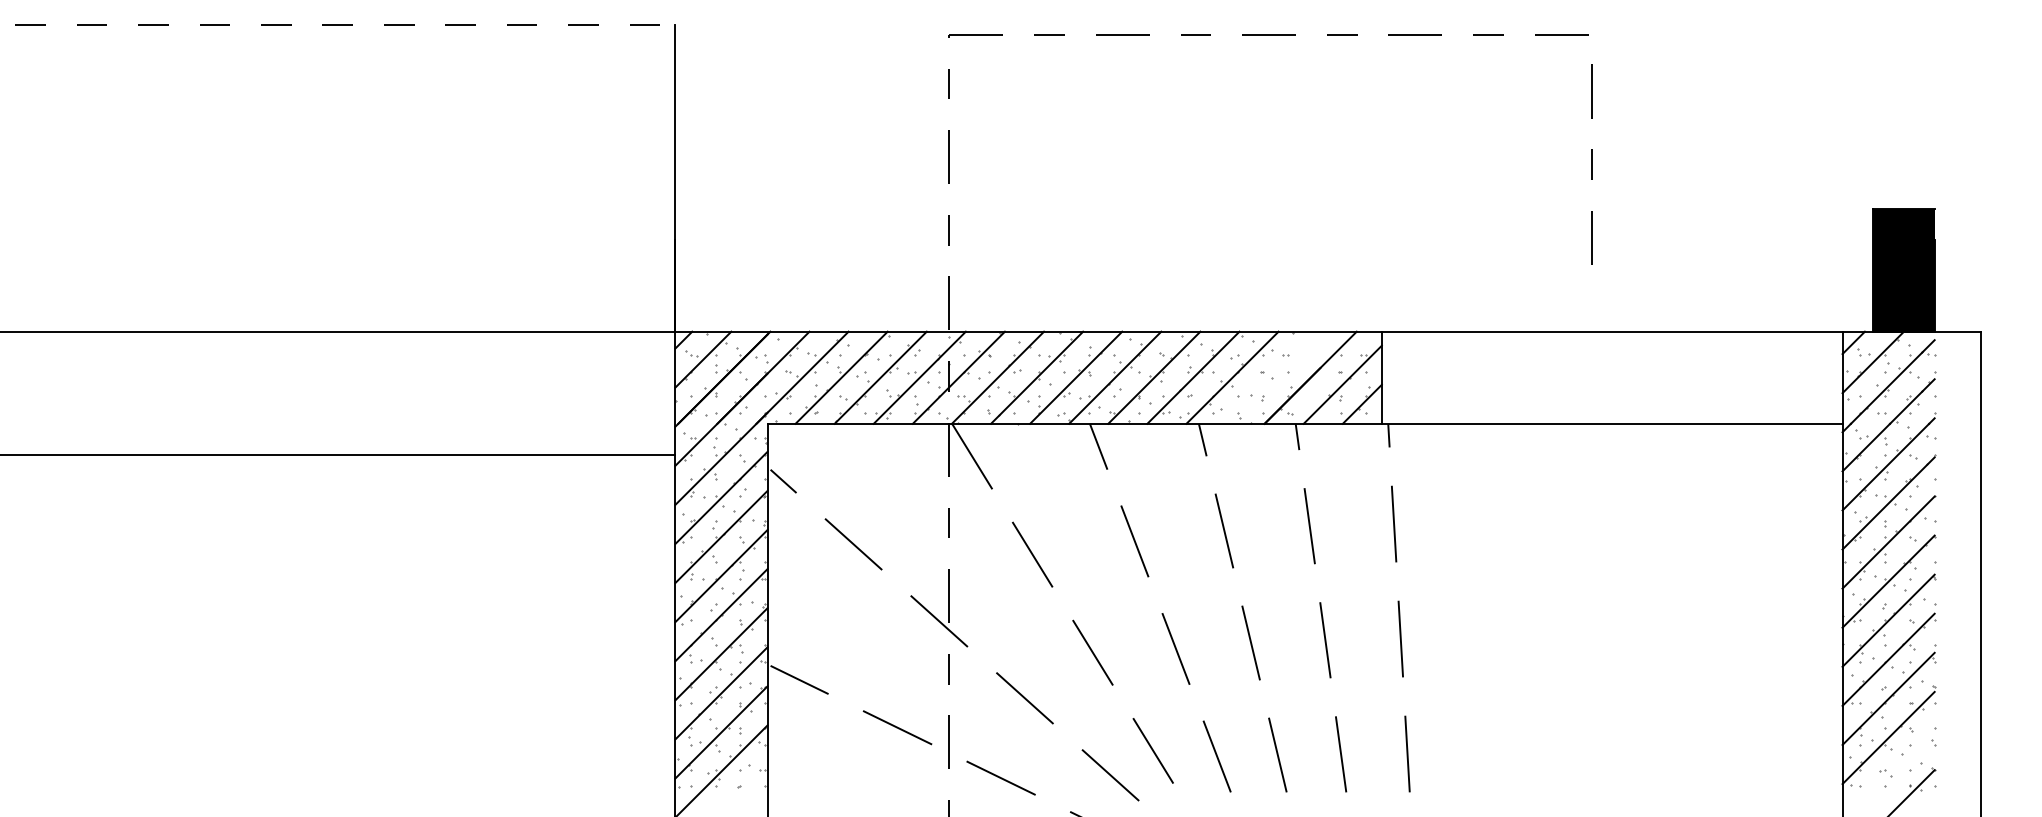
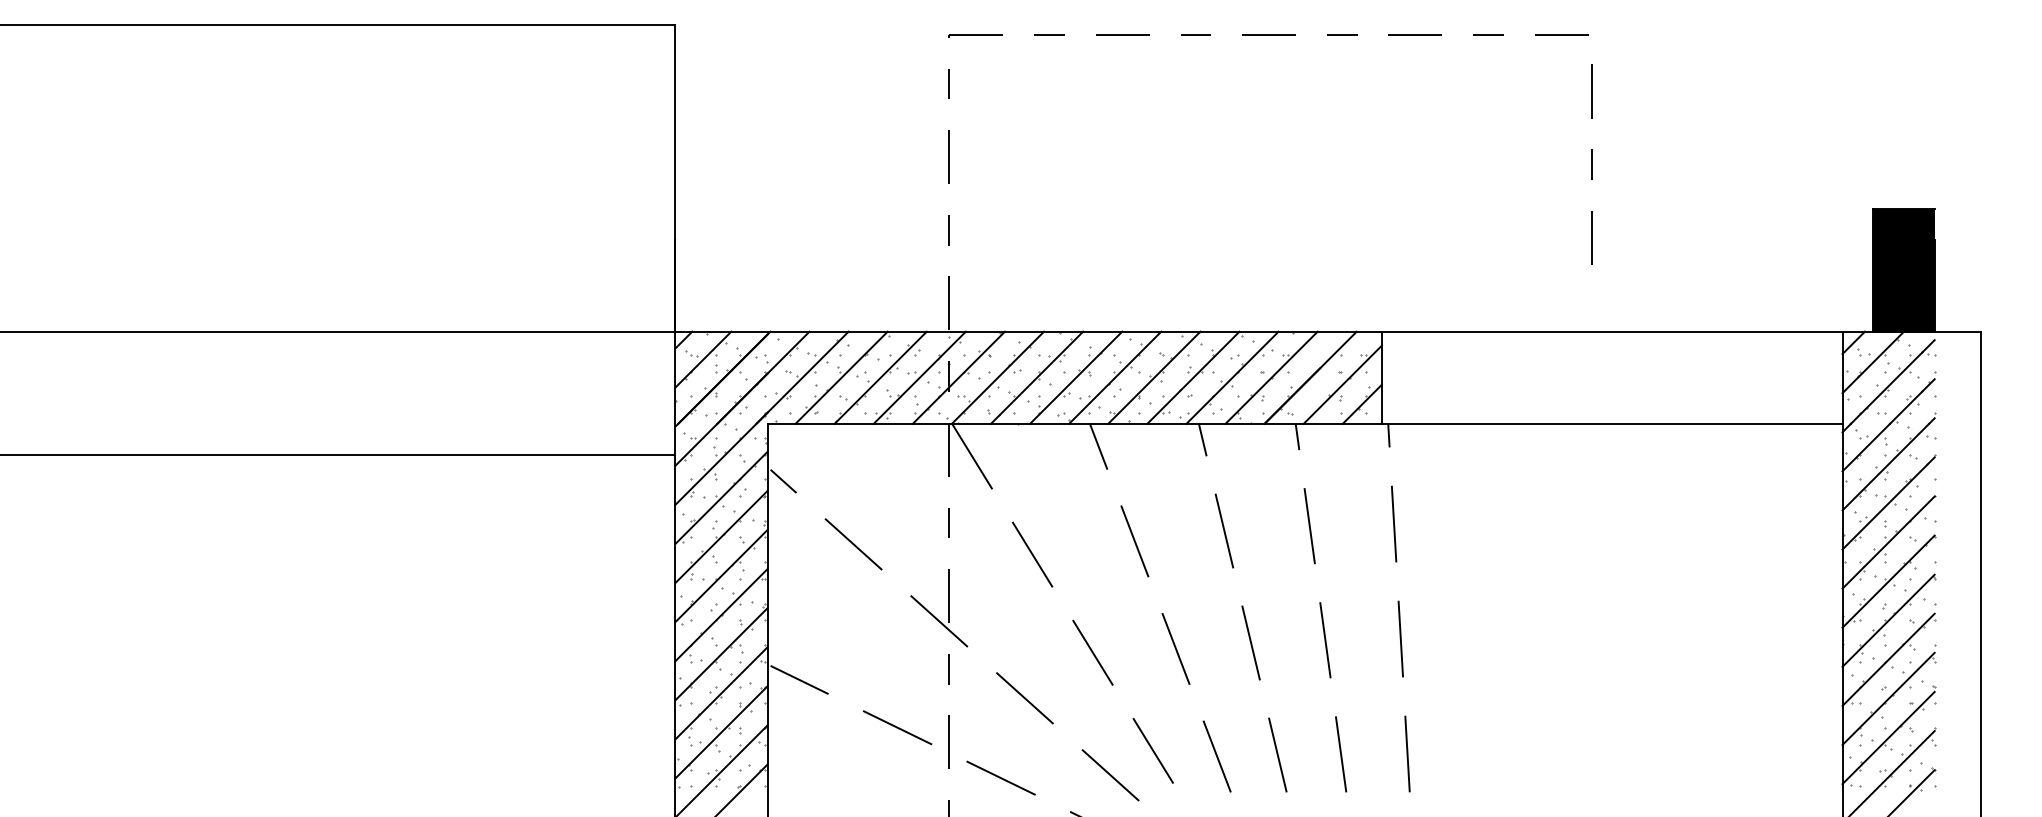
line at (338, 24): dashed -> solid
line at (1271, 377): none -> present
line at (1892, 772): none -> present
line at (742, 788): none -> present
